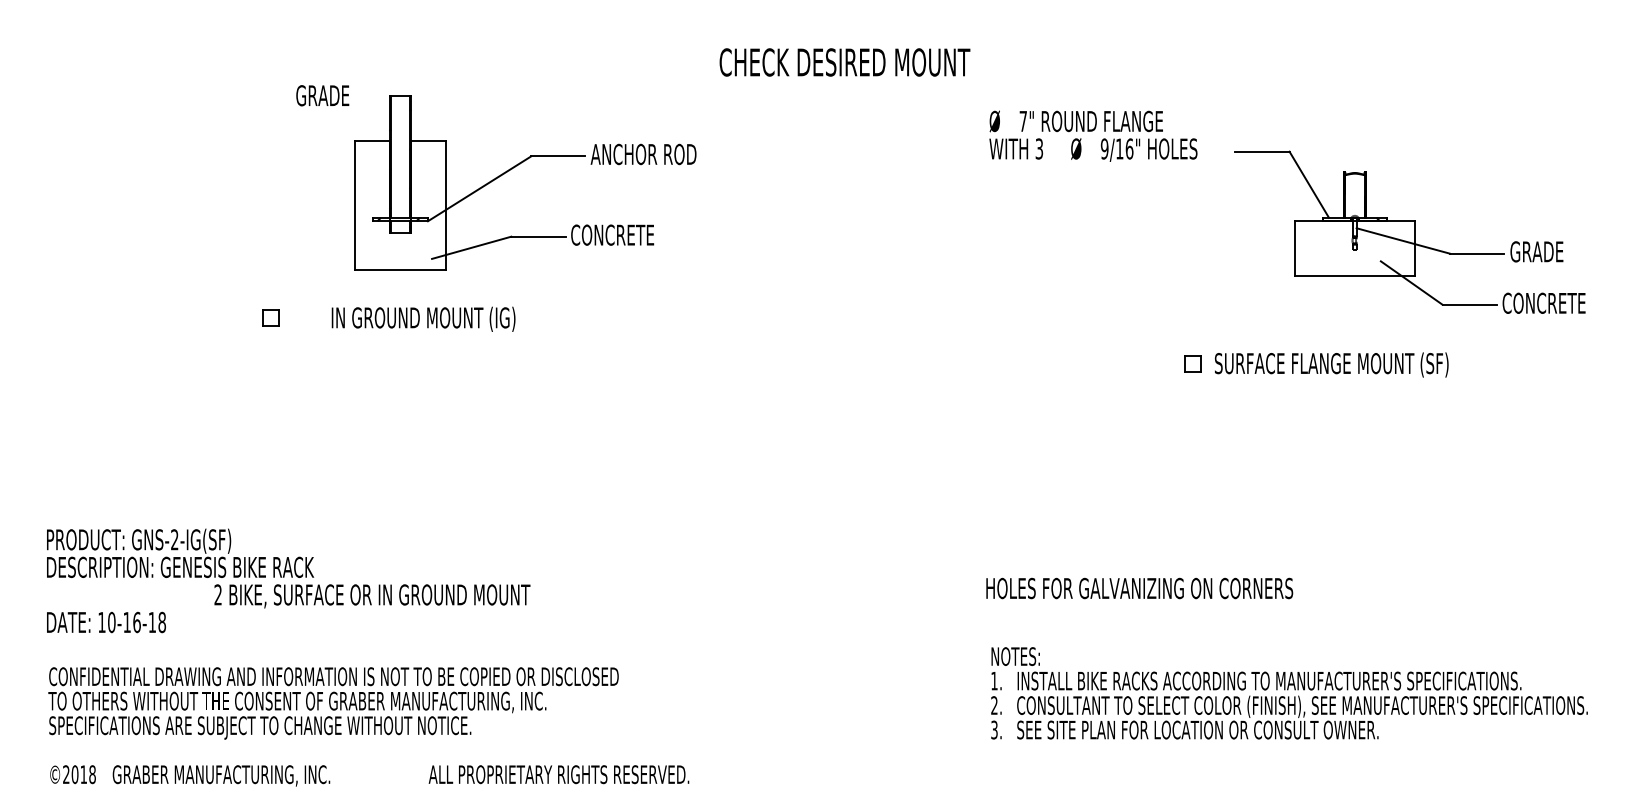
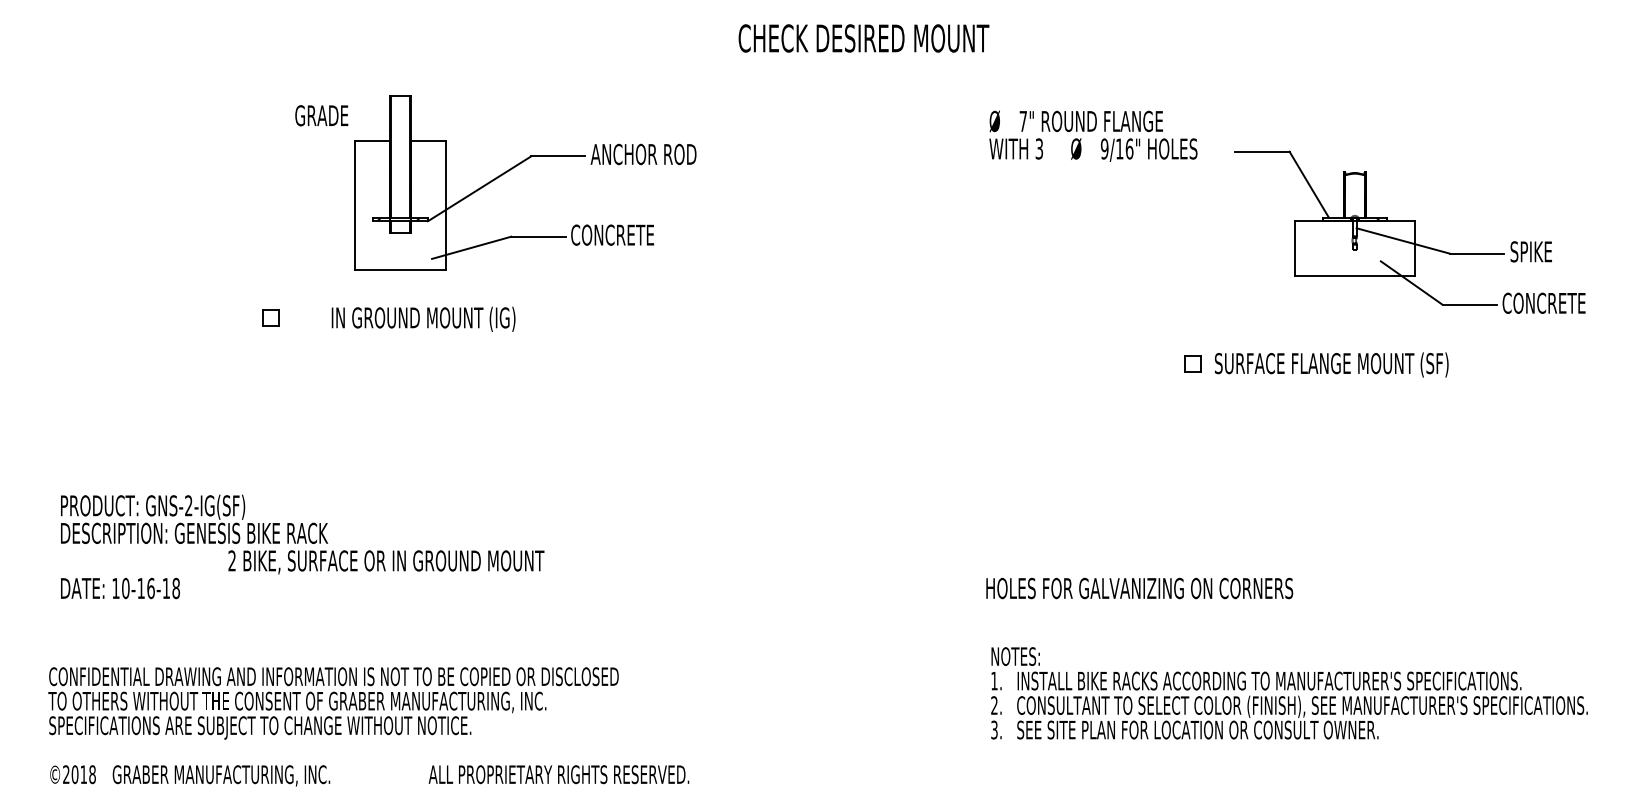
text at (844, 62) position: (844, 62) -> (863, 38)
text at (322, 95) position: (322, 95) -> (321, 115)
text at (1536, 251): GRADE -> SPIKE
text at (288, 580) position: (288, 580) -> (302, 546)
